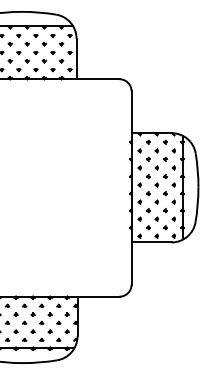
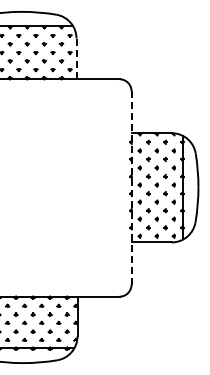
line at (76, 58): solid -> dashed
line at (131, 187): solid -> dashed
